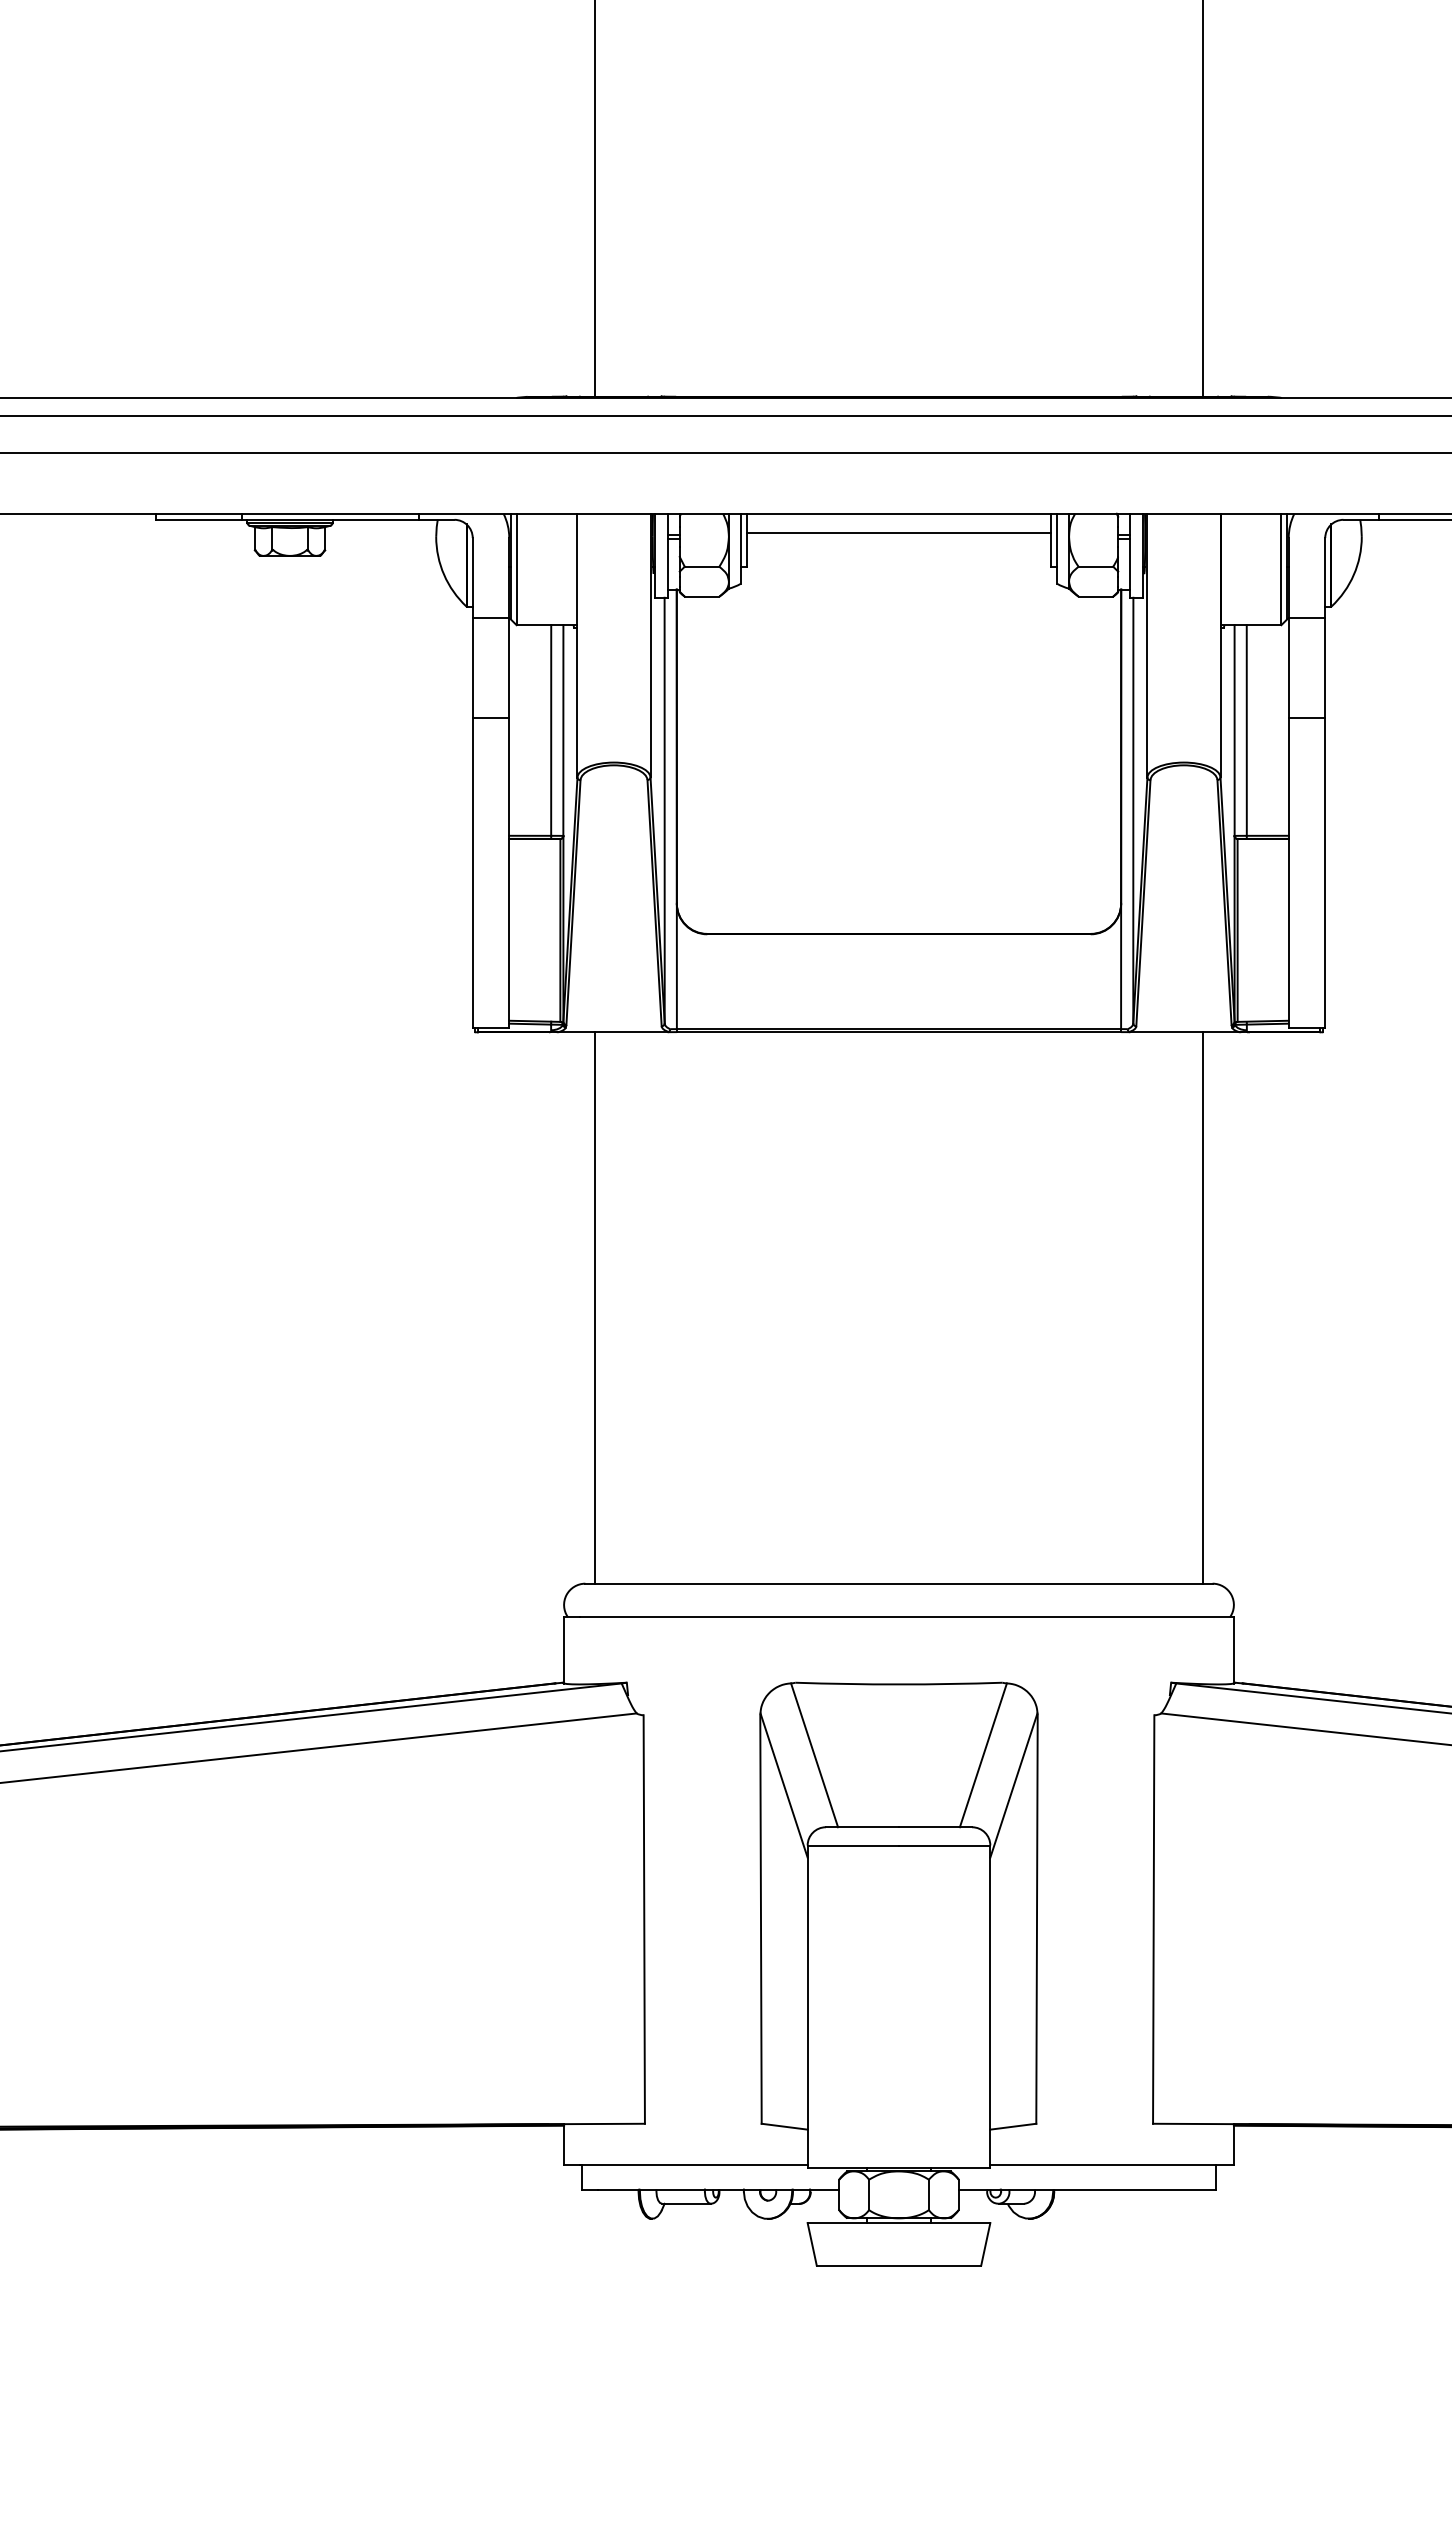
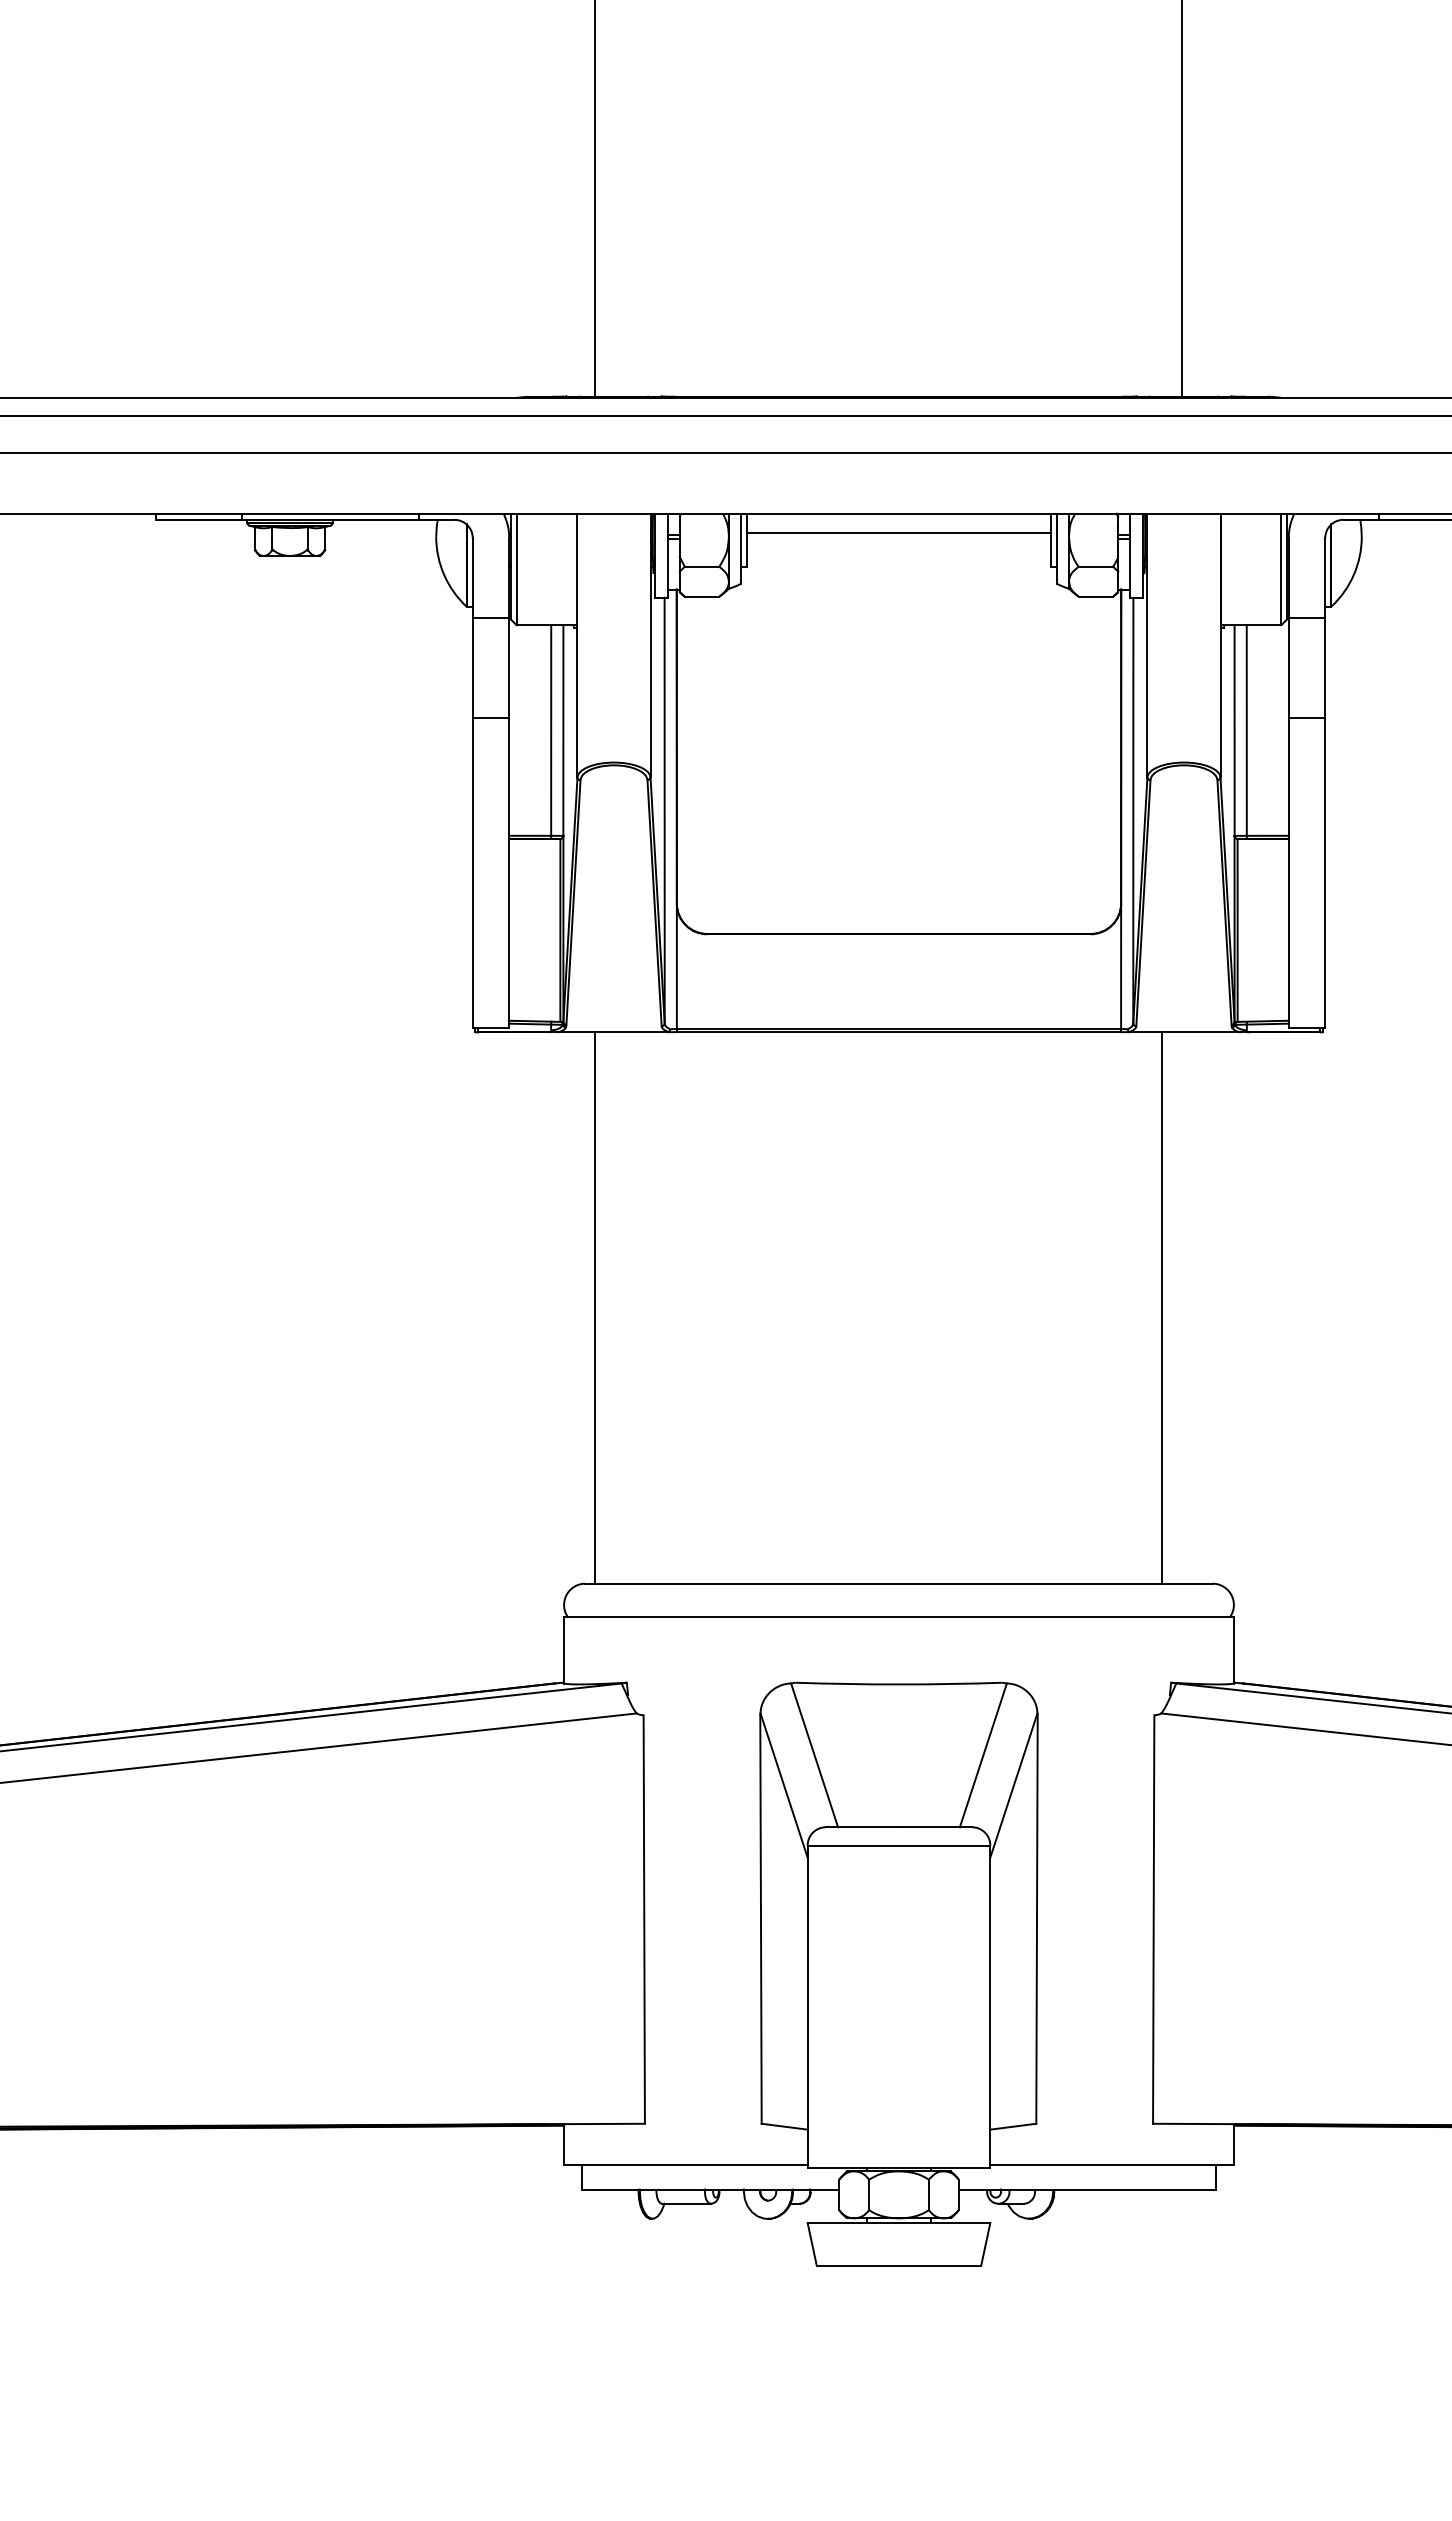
line at (1203, 199) position: (1203, 199) -> (1182, 199)
line at (1203, 1307) position: (1203, 1307) -> (1162, 1307)
